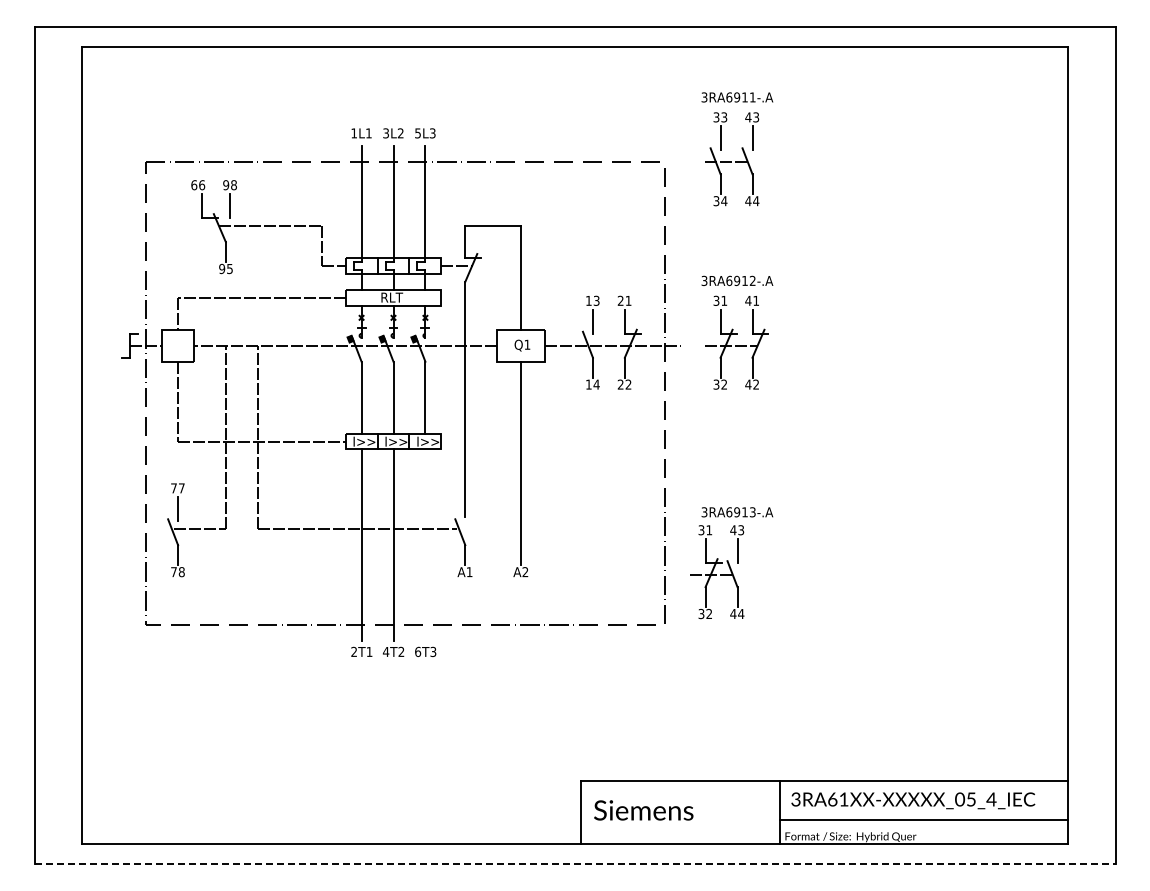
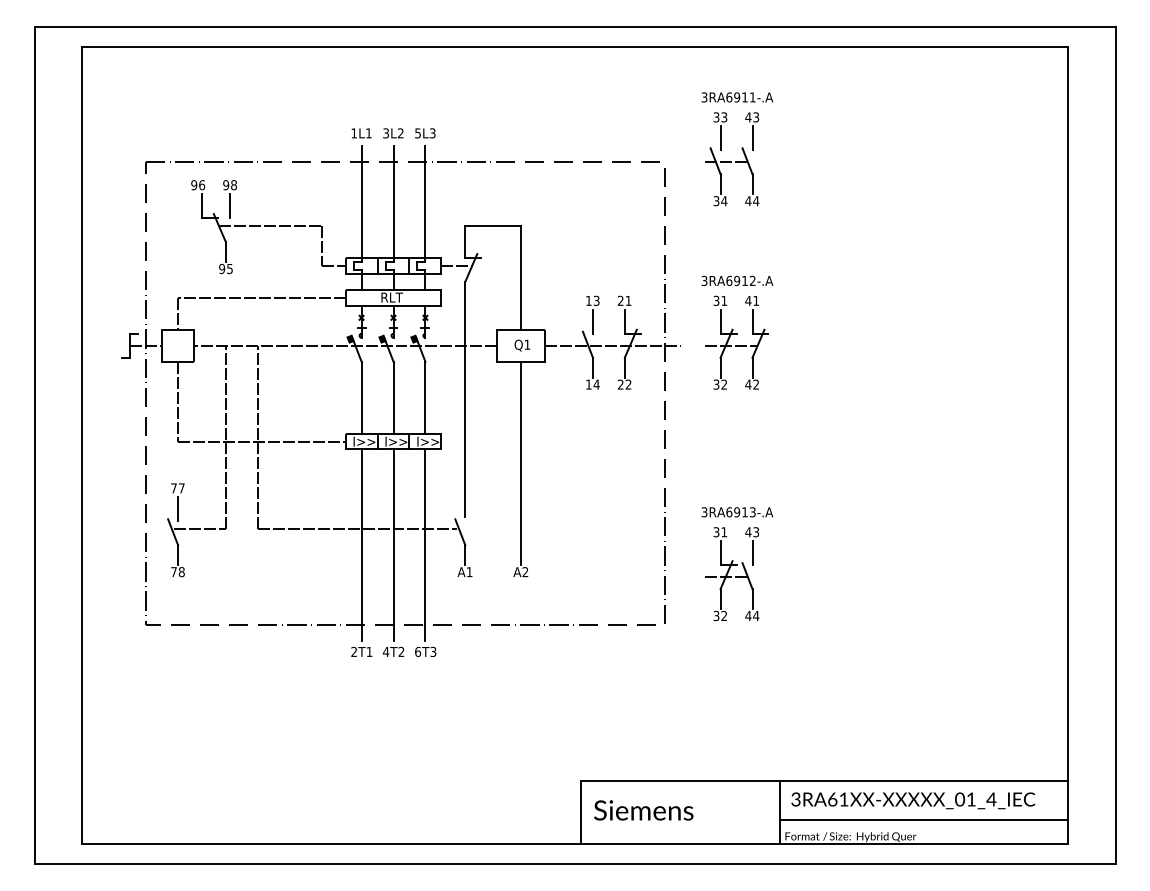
text at (194, 185): 66 -> 96
line at (425, 544): none -> present
part at (717, 572) position: (717, 572) -> (732, 574)
text at (971, 799): 3RA61XX-XXXXX_05_4_IEC -> 3RA61XX-XXXXX_01_4_IEC
line at (575, 864): dashed -> solid
